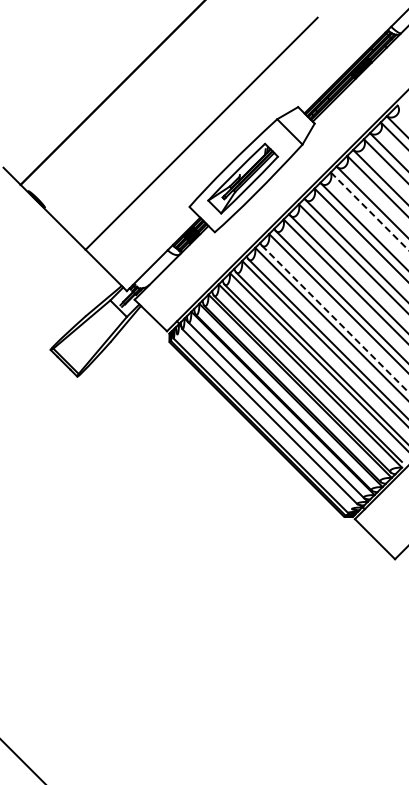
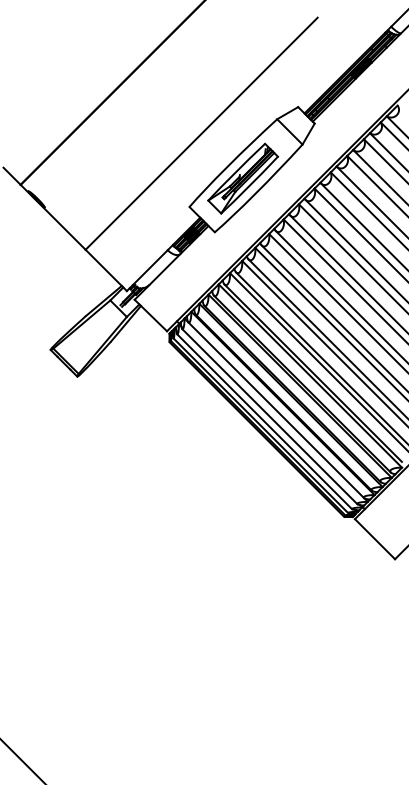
line at (369, 211): dashed -> solid
line at (335, 318): dashed -> solid
line at (264, 421): none -> present
